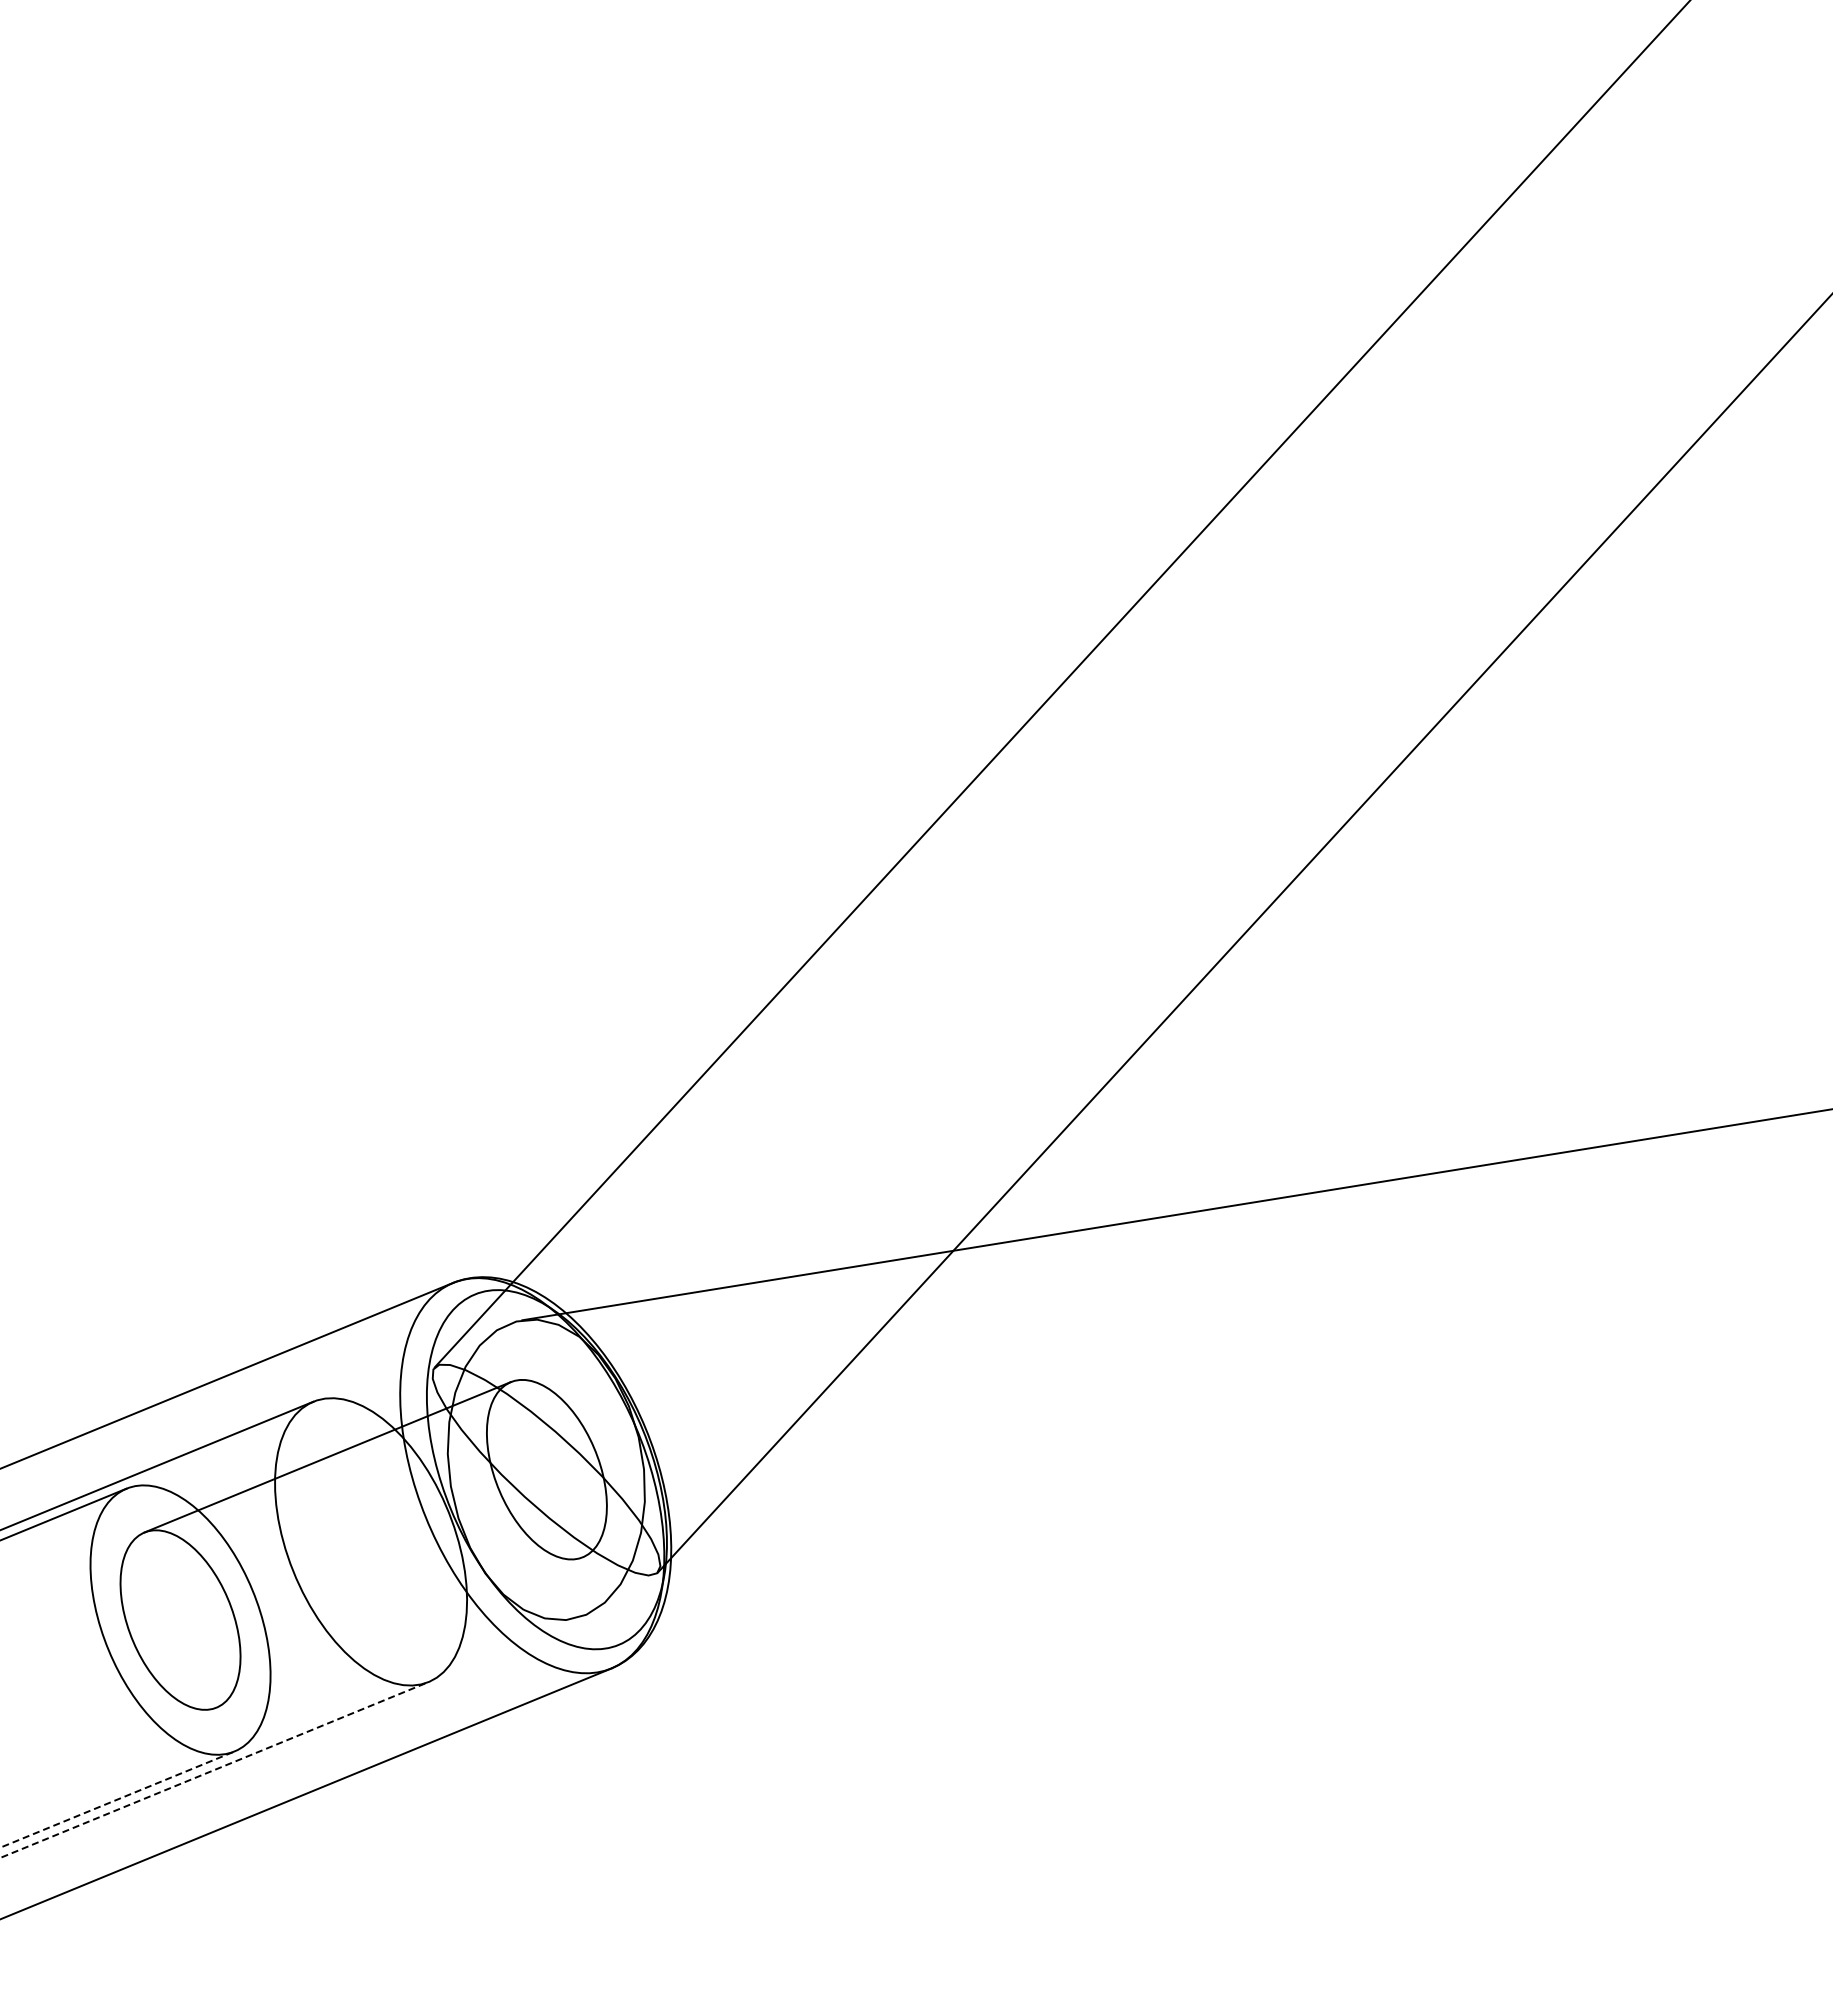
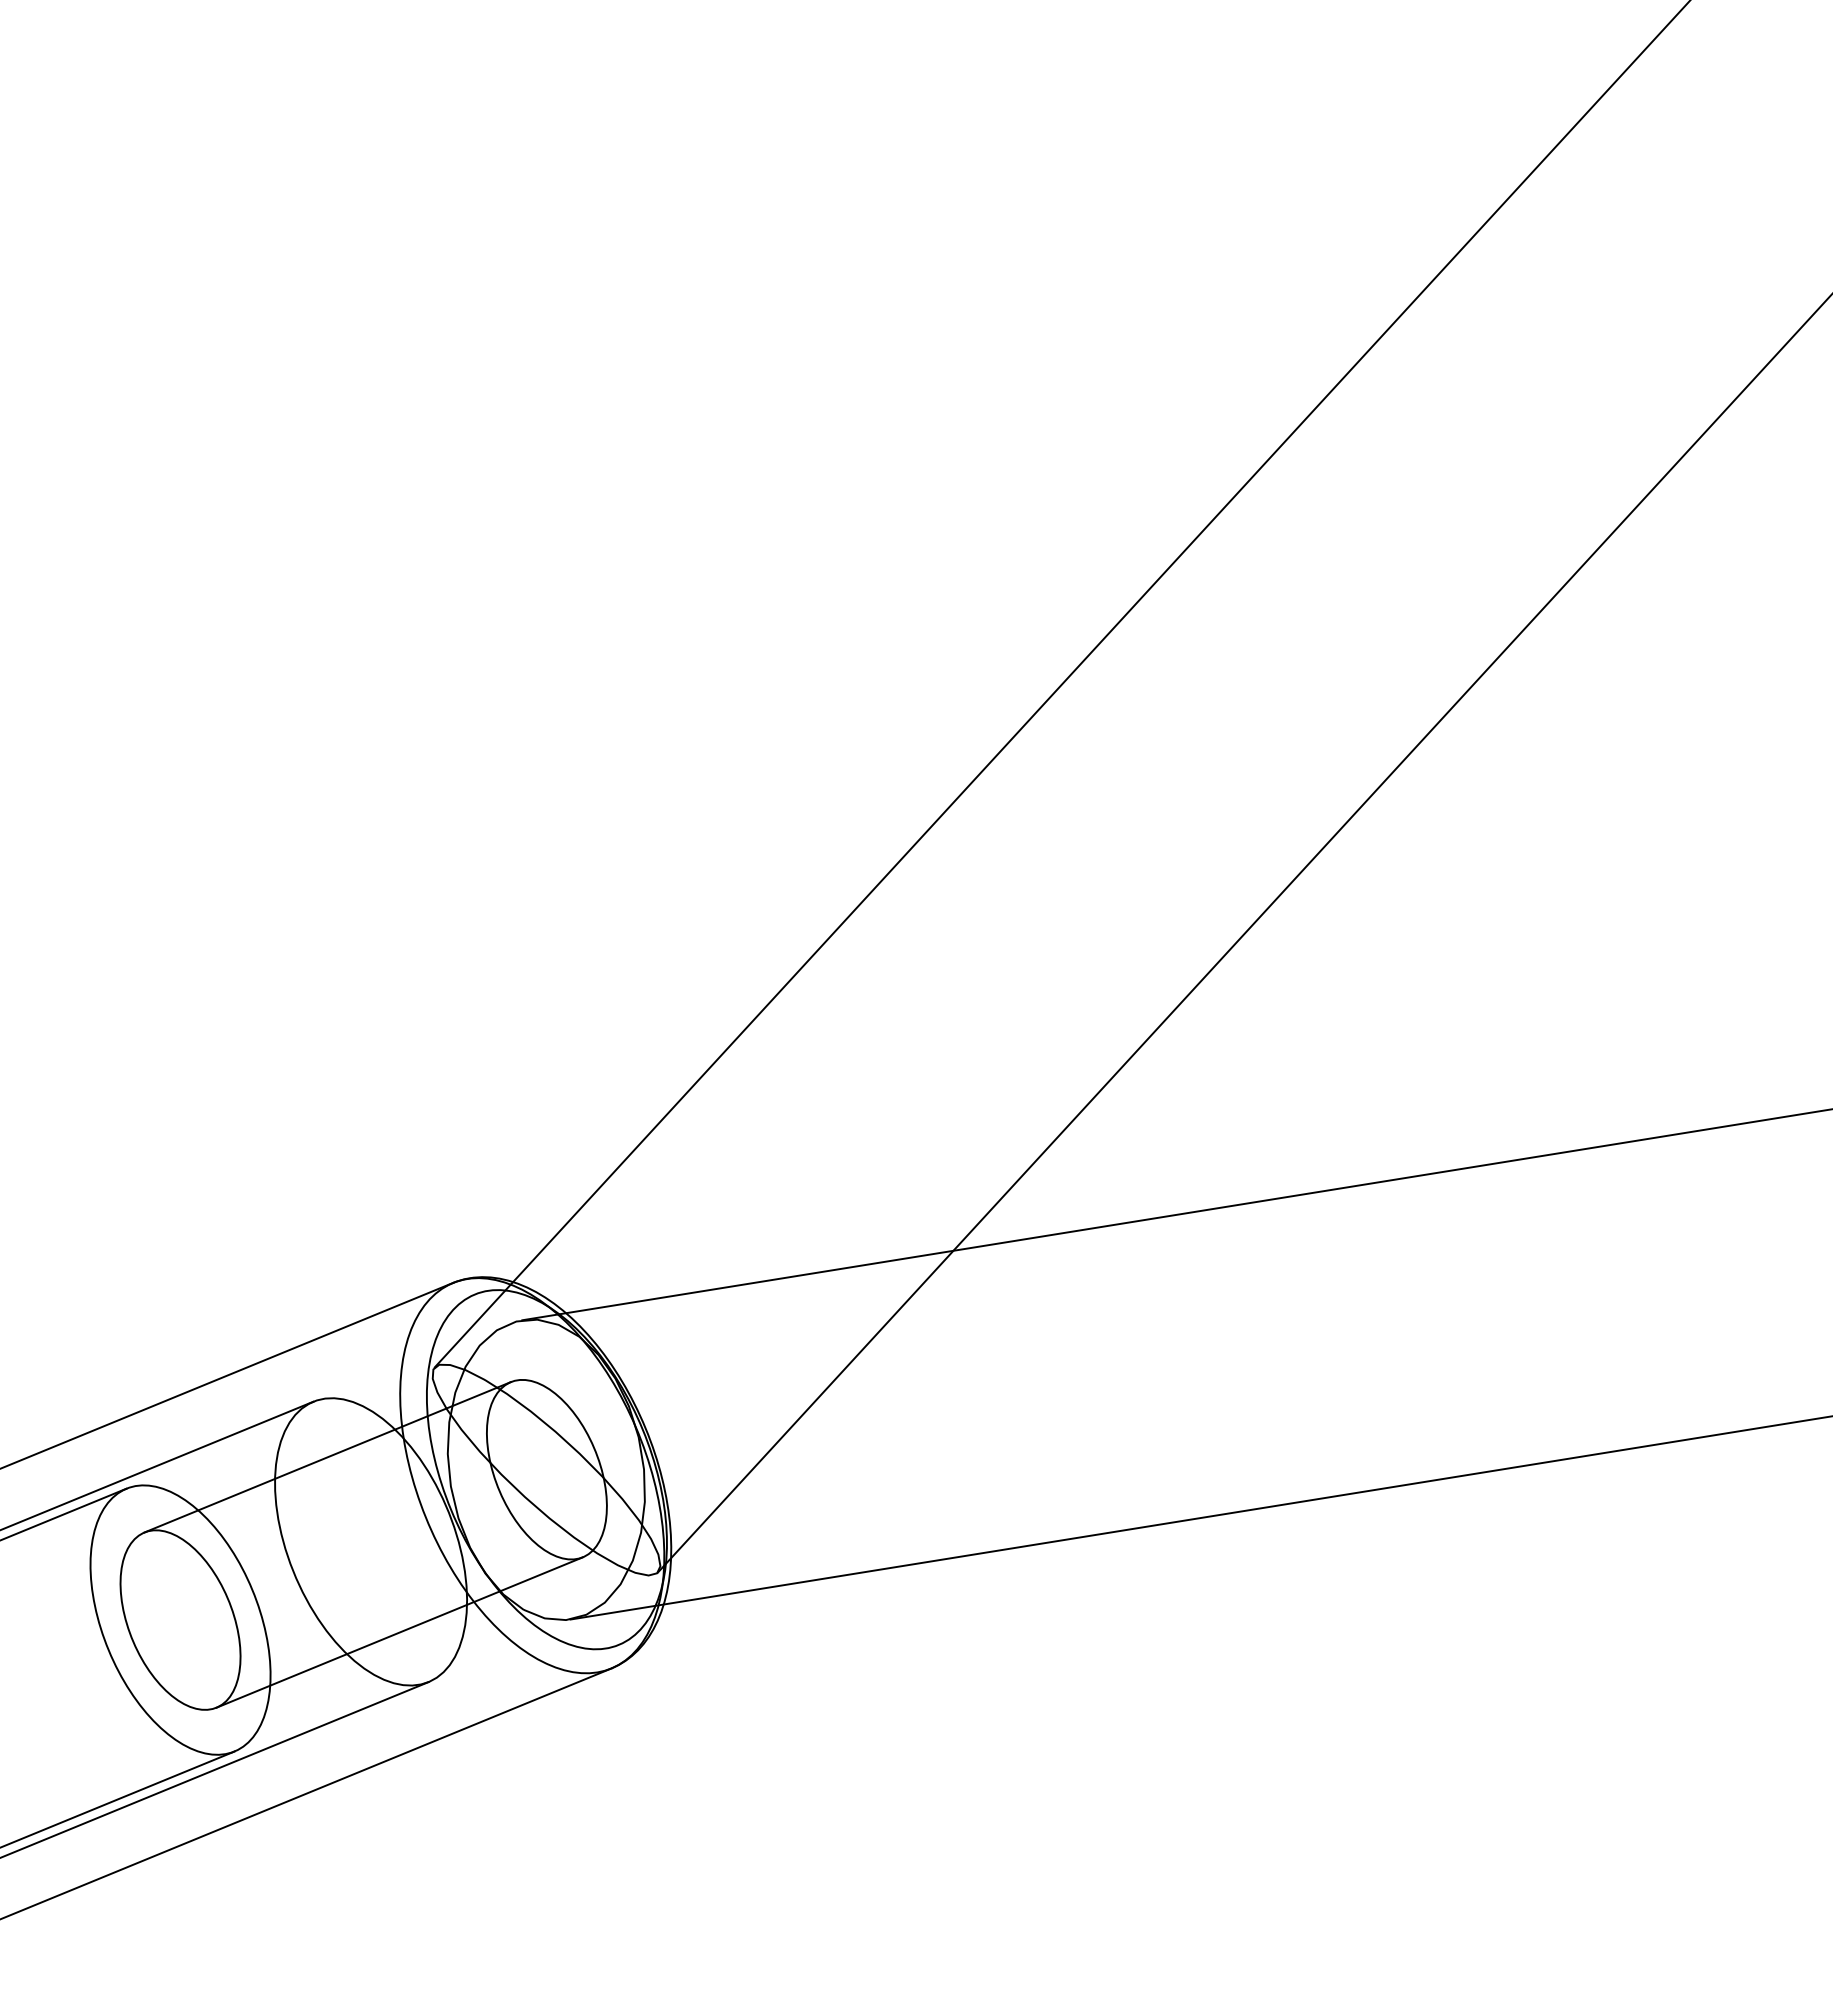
line at (1199, 1517): none -> present
line at (399, 1632): none -> present
line at (215, 1769): dashed -> solid
line at (118, 1799): dashed -> solid
